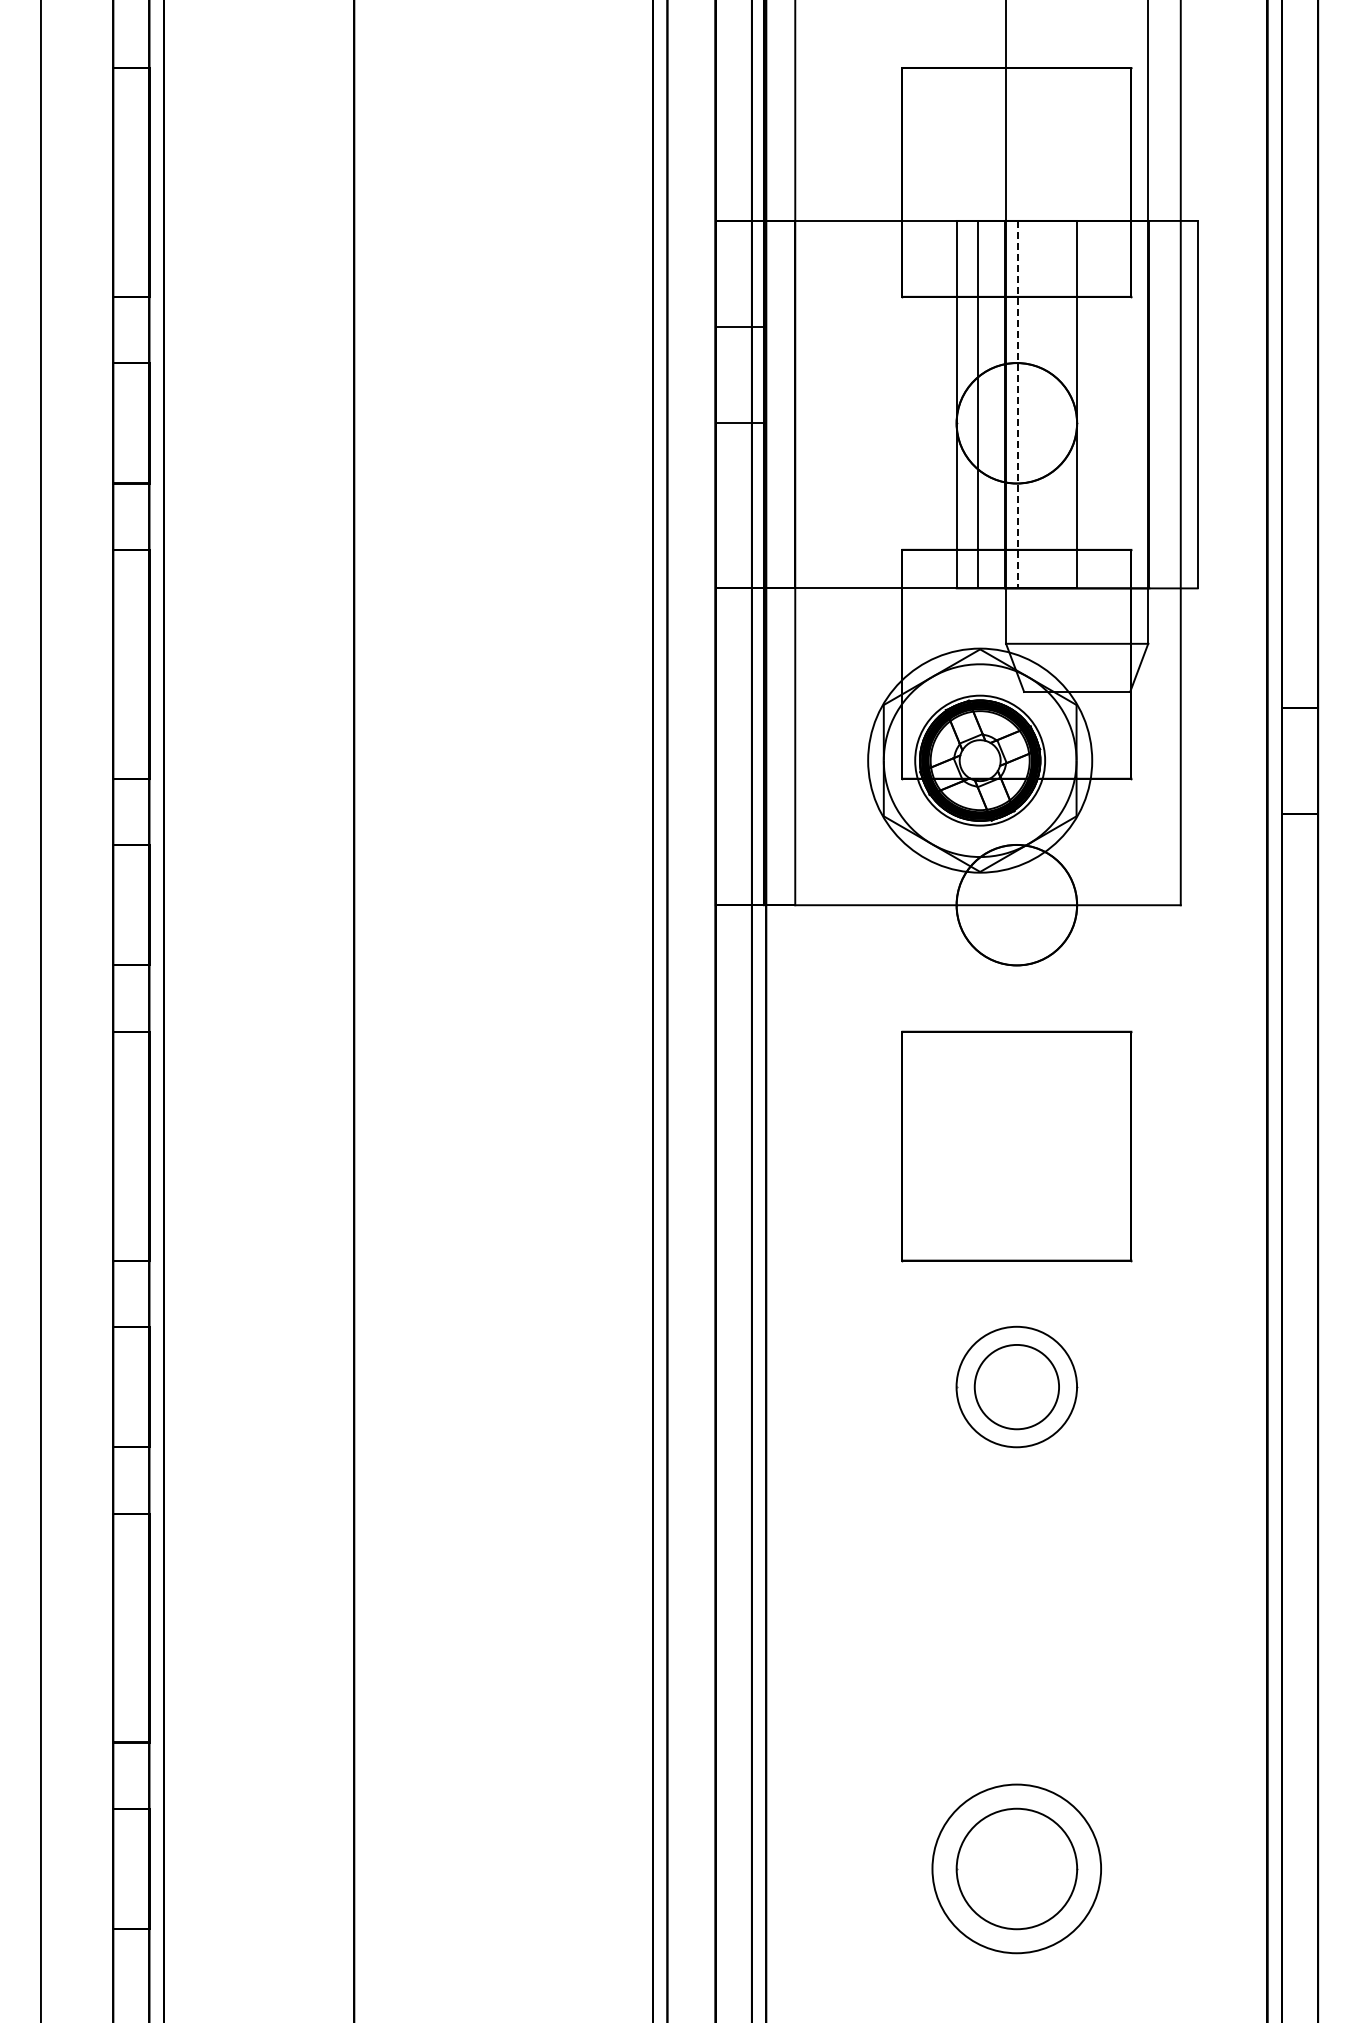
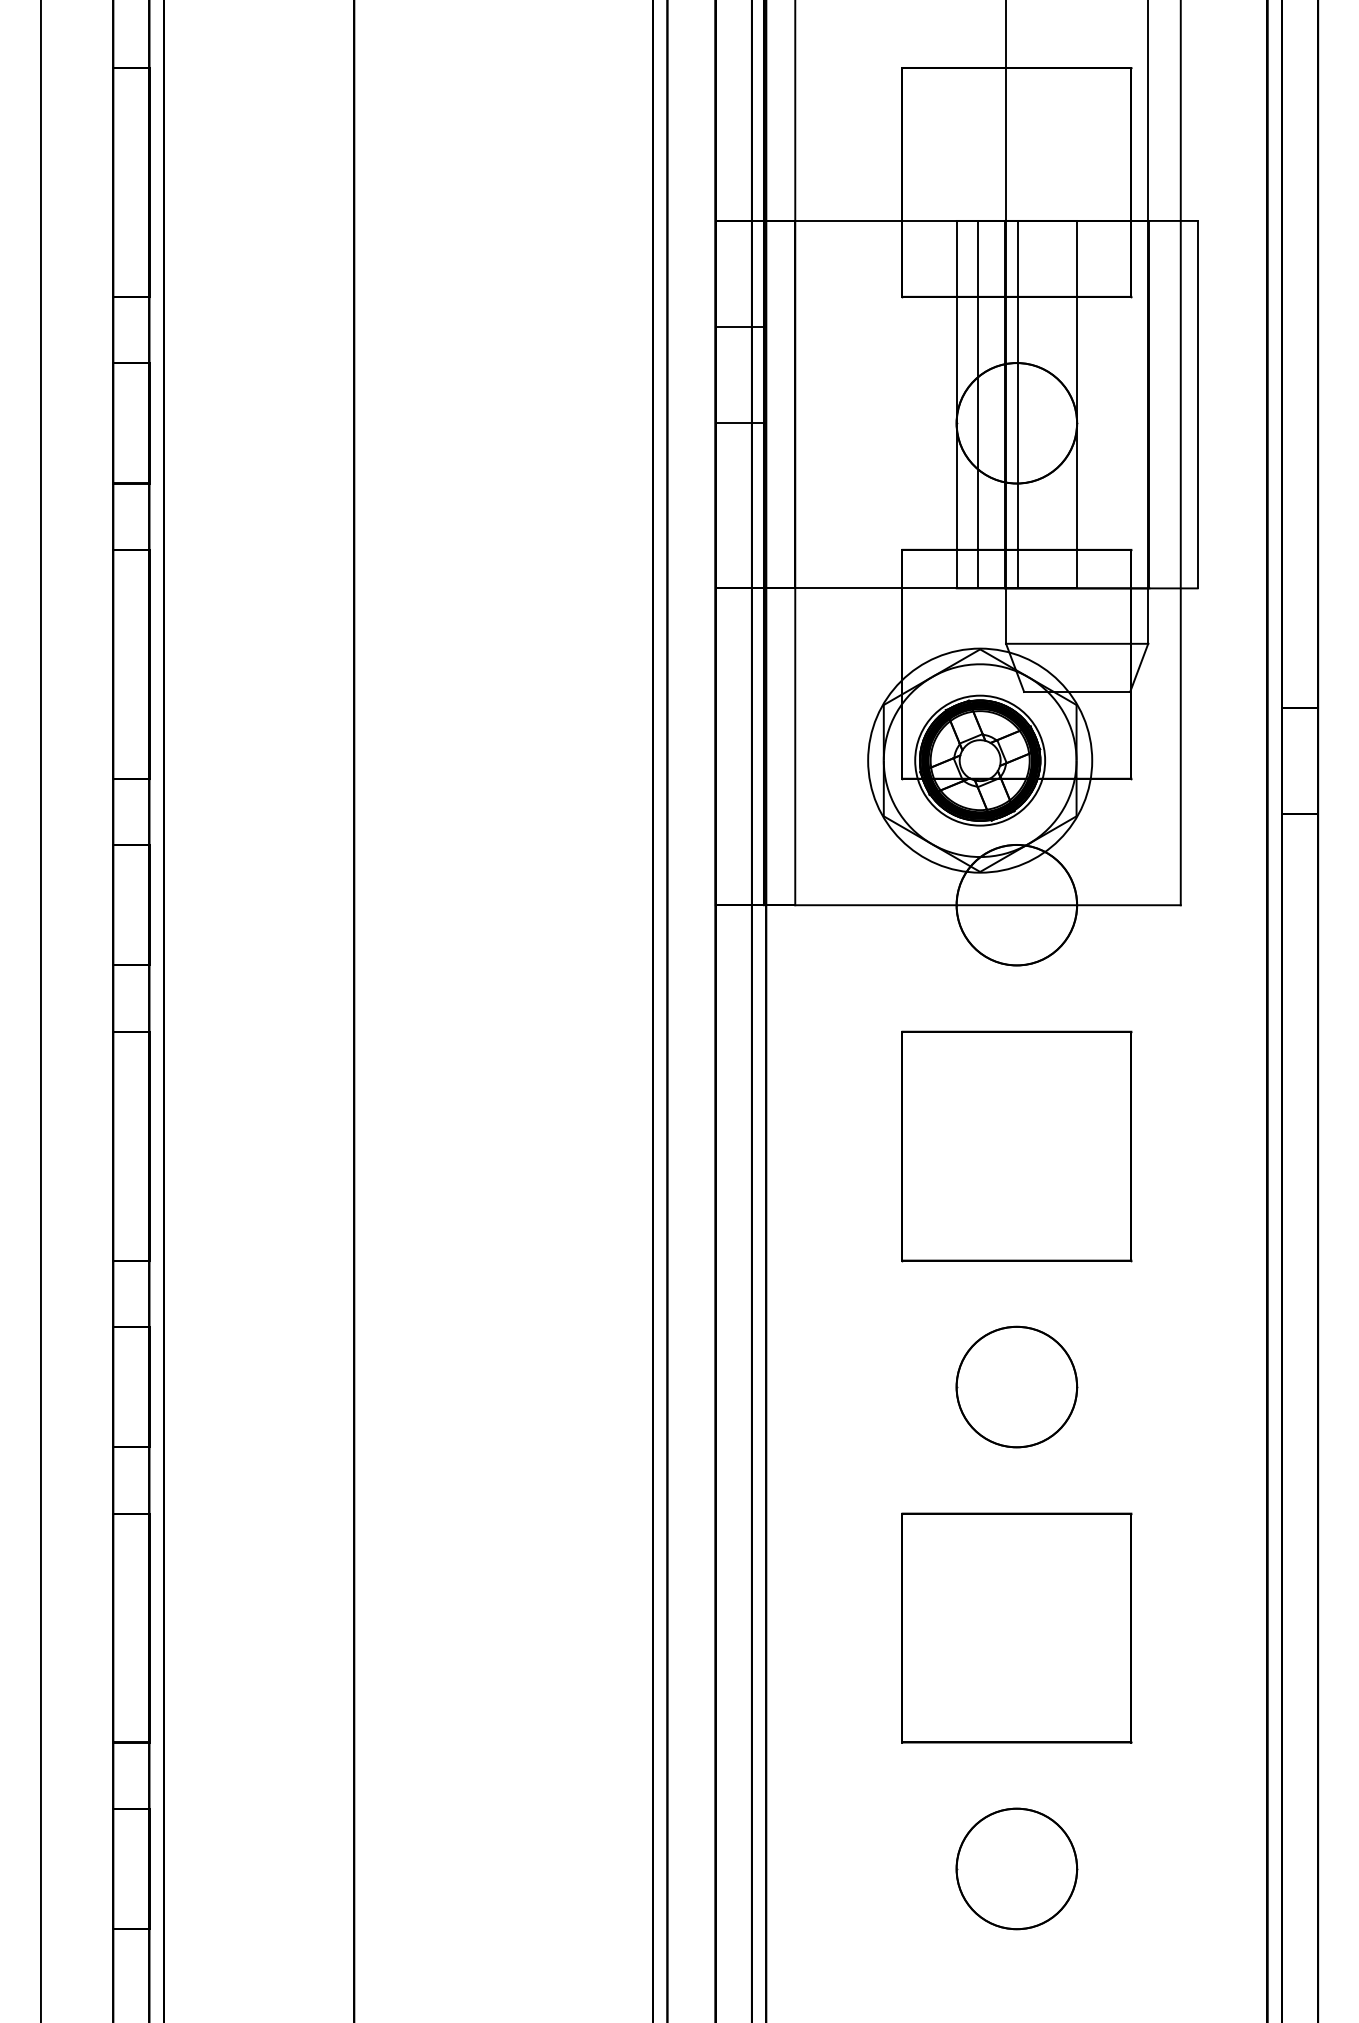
line at (1017, 404): dashed -> solid
circle at (1016, 1386) diameter: 84 px -> 120 px
part at (1016, 1627): none -> present
circle at (1016, 1868) diameter: 169 px -> 120 px
